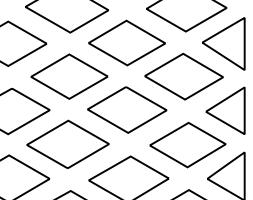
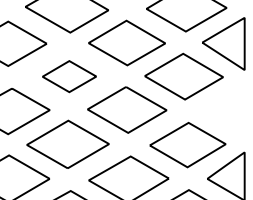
part at (69, 76) size: 79x47 px -> 55x34 px
part at (225, 110): present -> none
